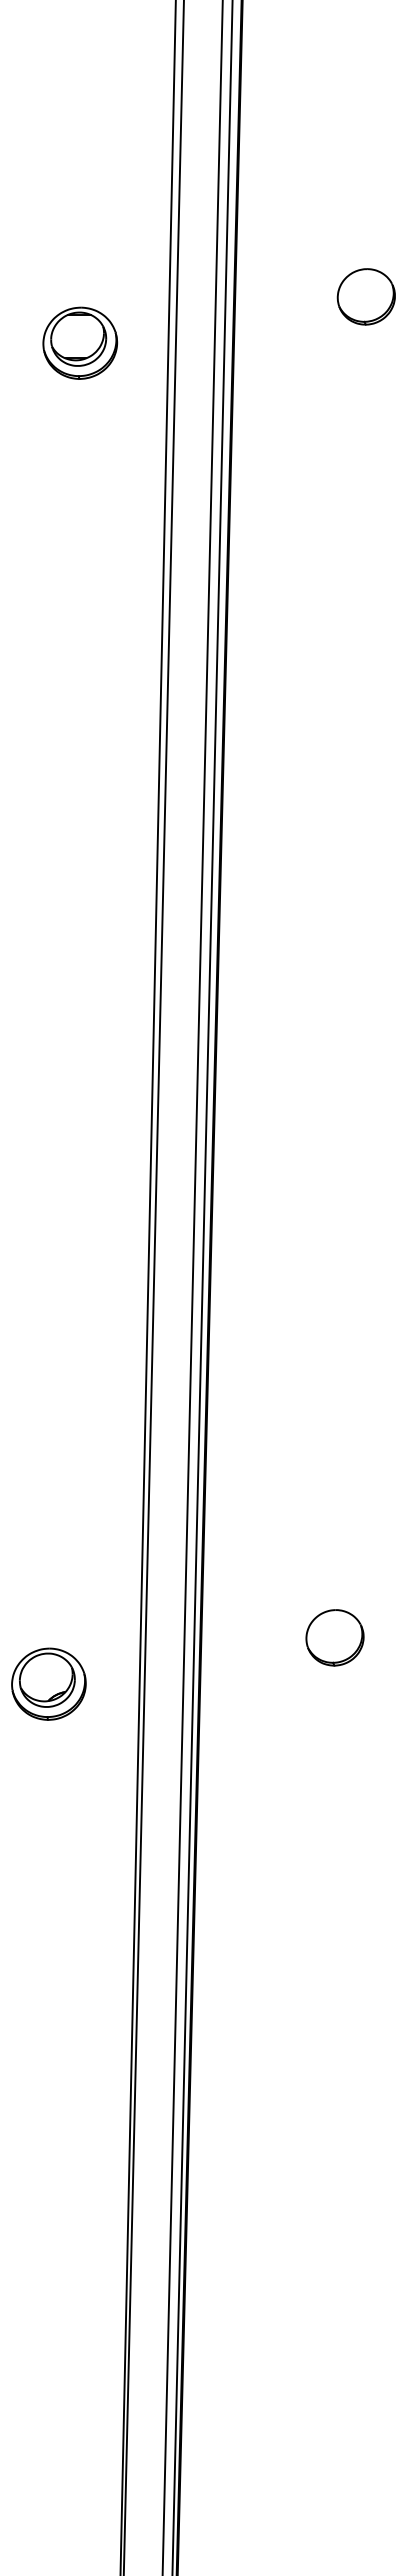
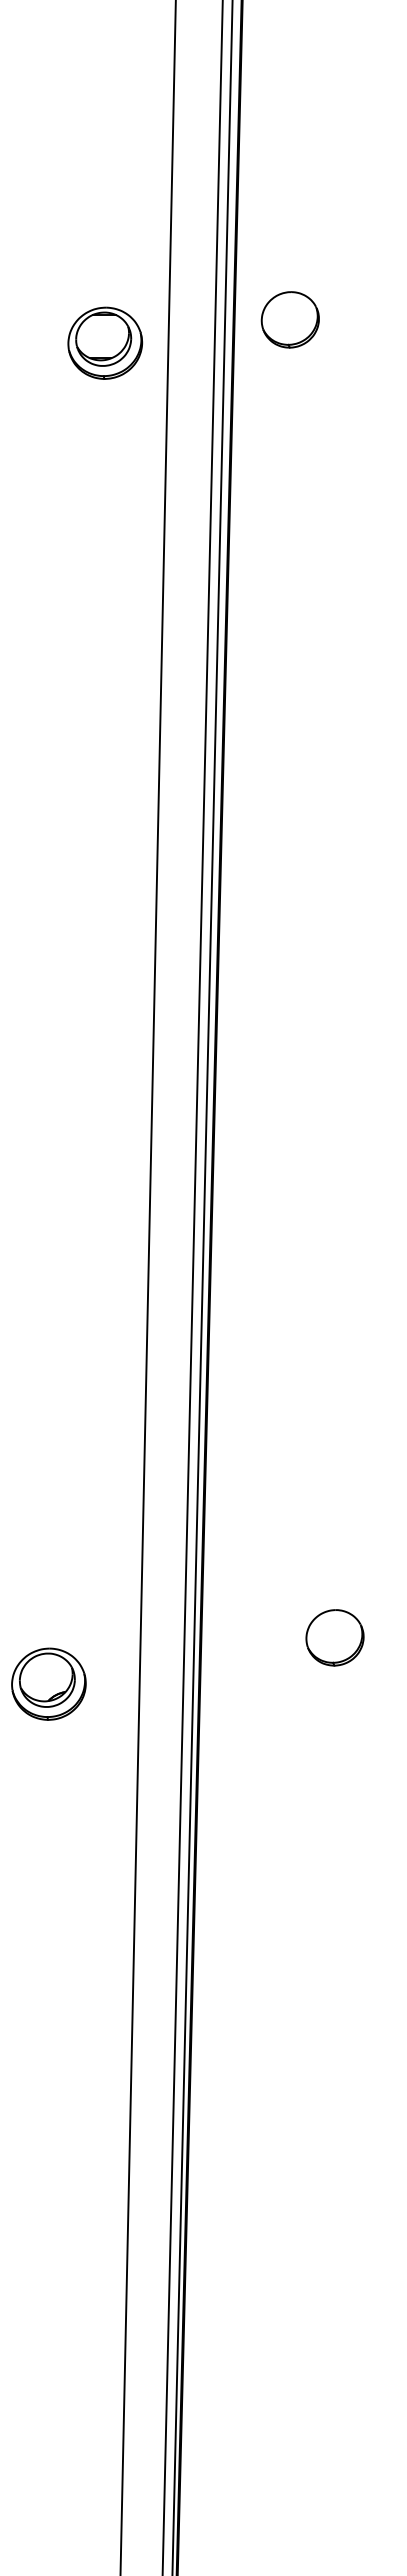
part at (365, 296) position: (365, 296) -> (289, 319)
part at (80, 342) position: (80, 342) -> (105, 342)
line at (153, 1287): present -> none
